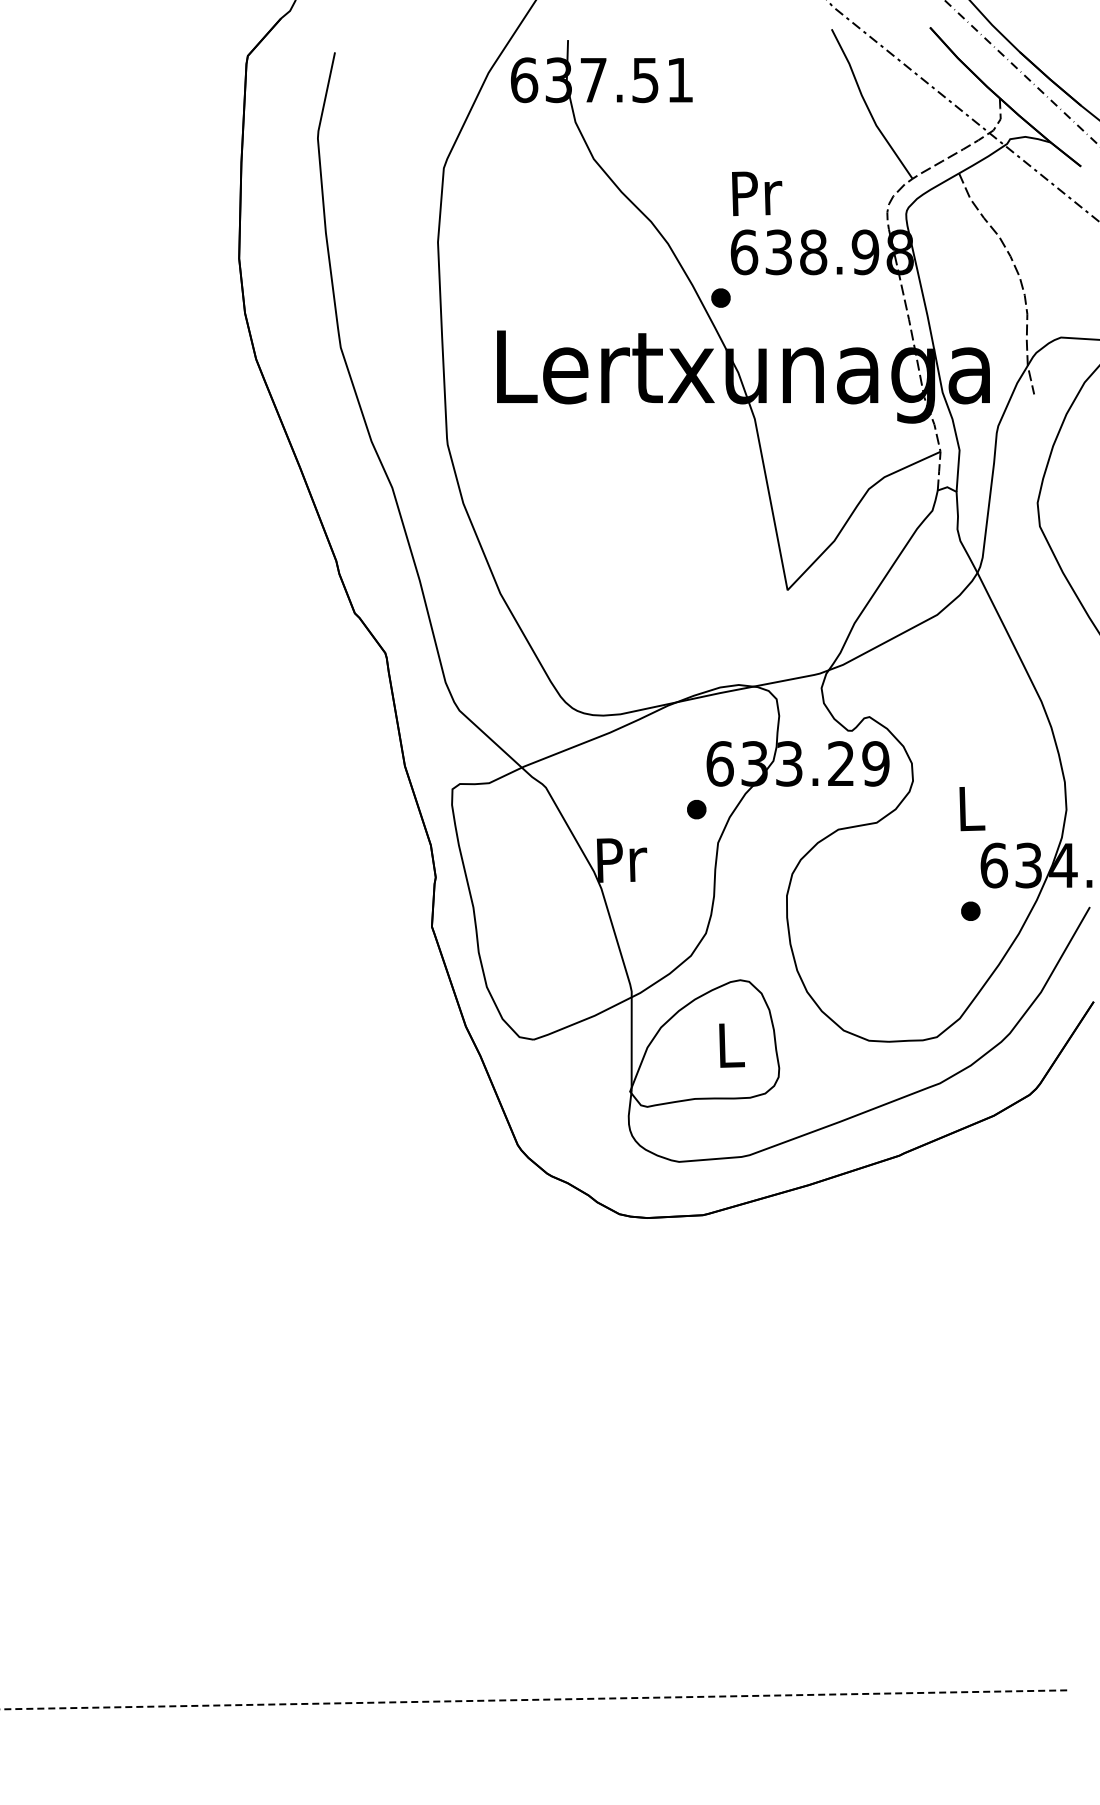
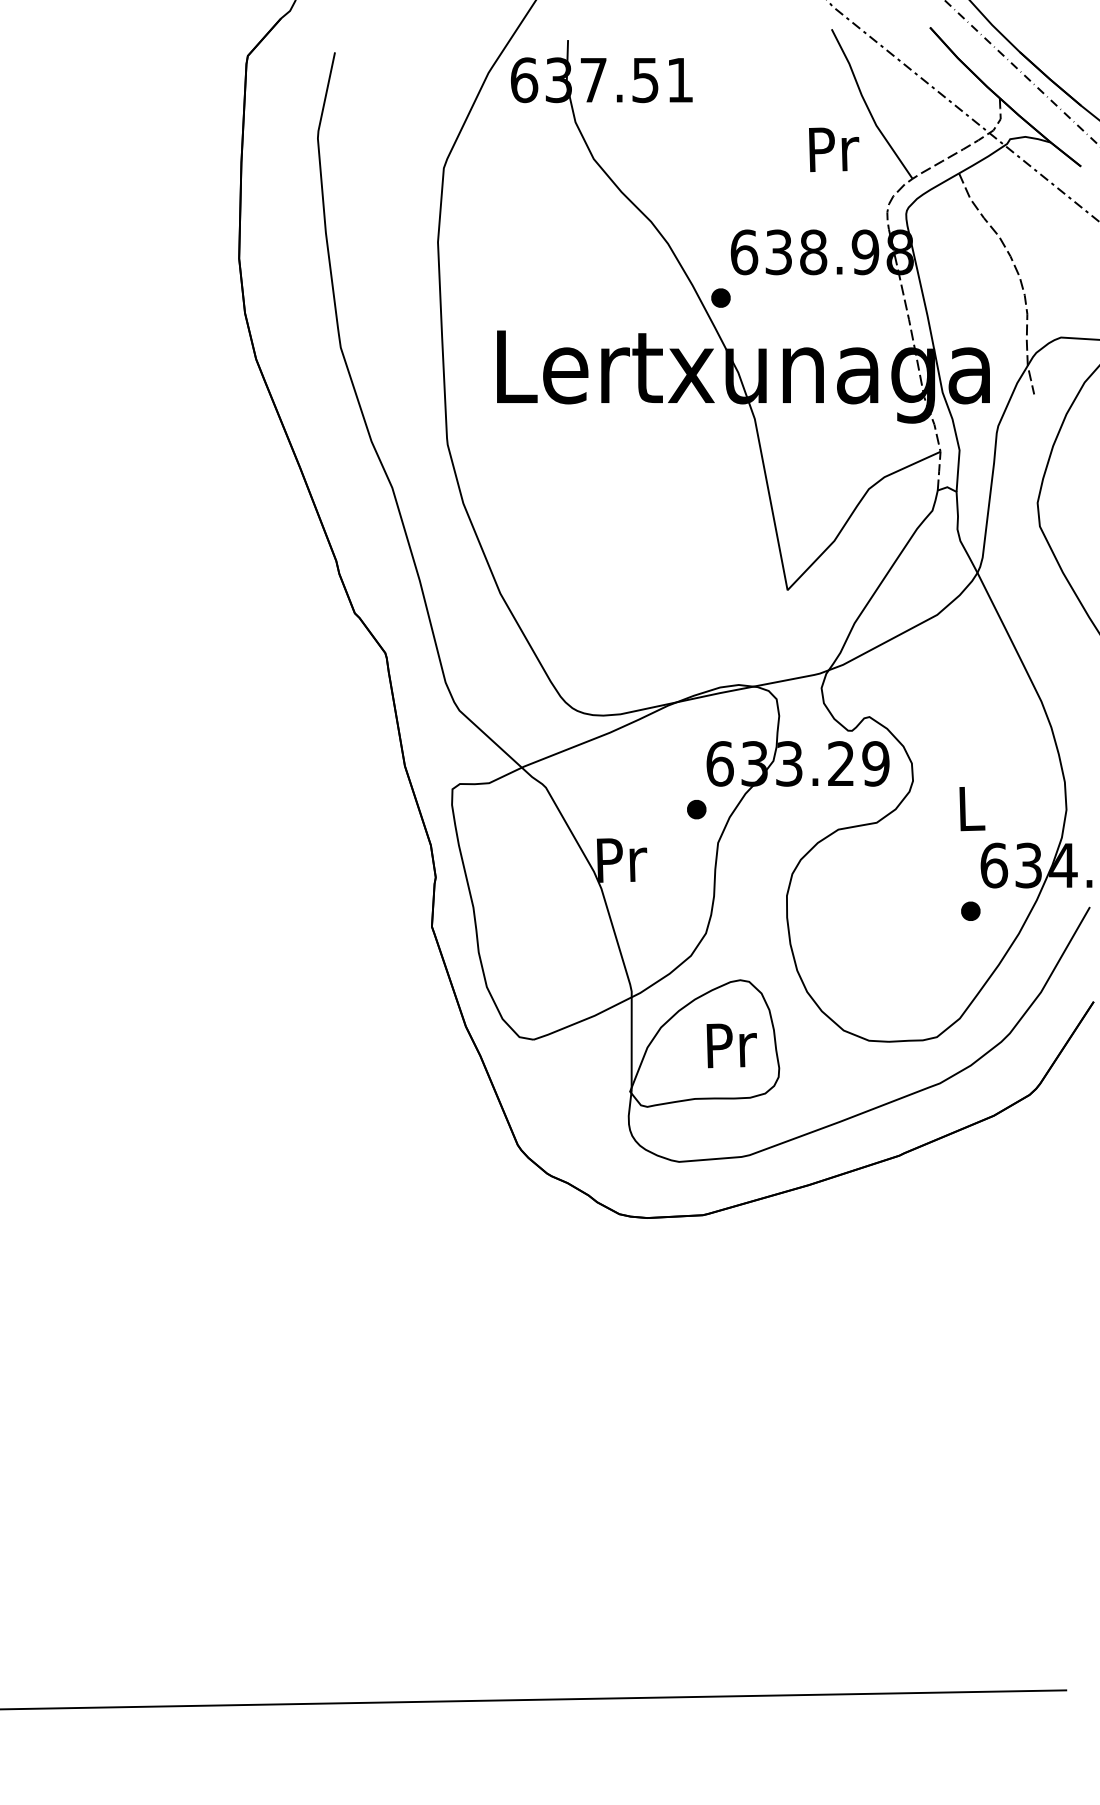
text at (757, 193) position: (757, 193) -> (834, 149)
text at (731, 1045): L -> Pr
line at (533, 1699): dashed -> solid
